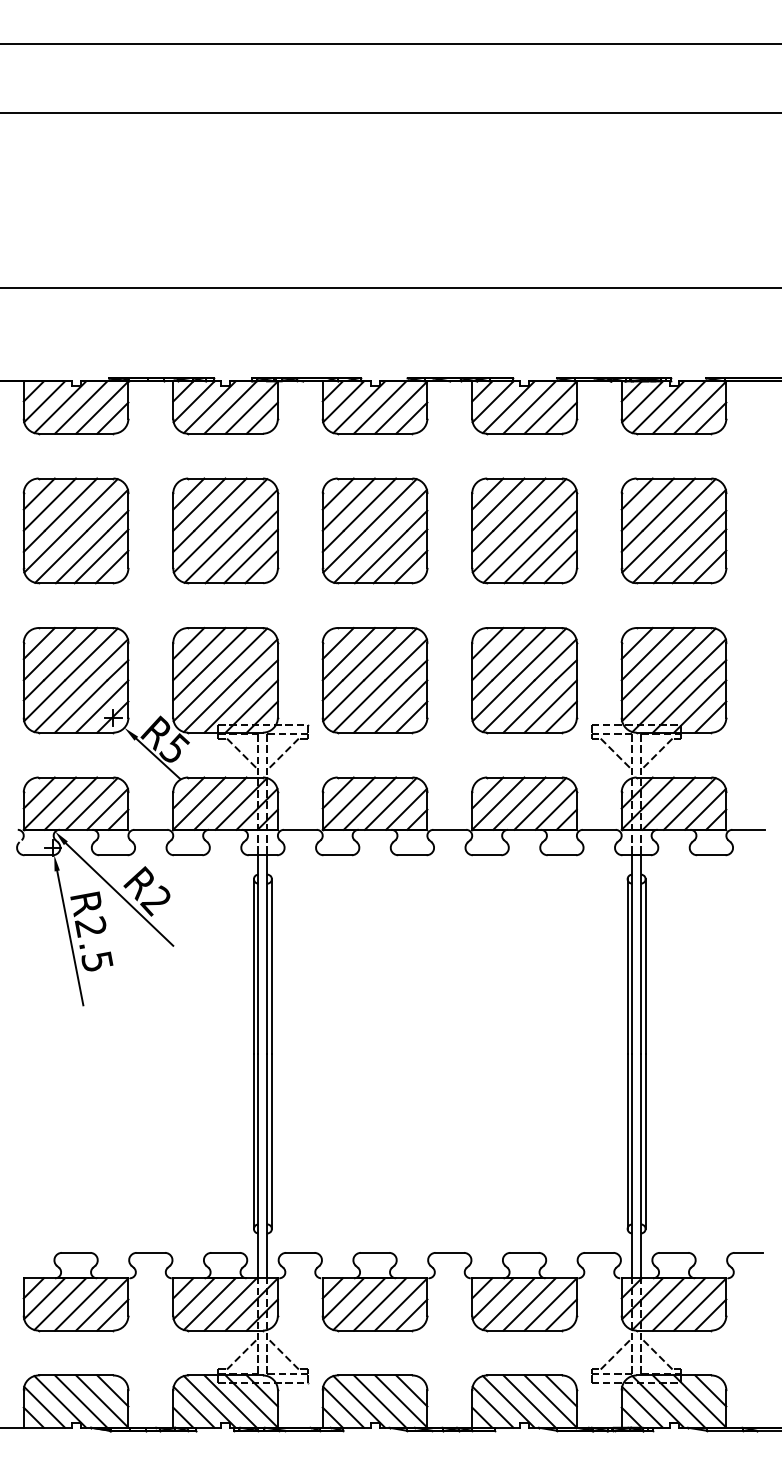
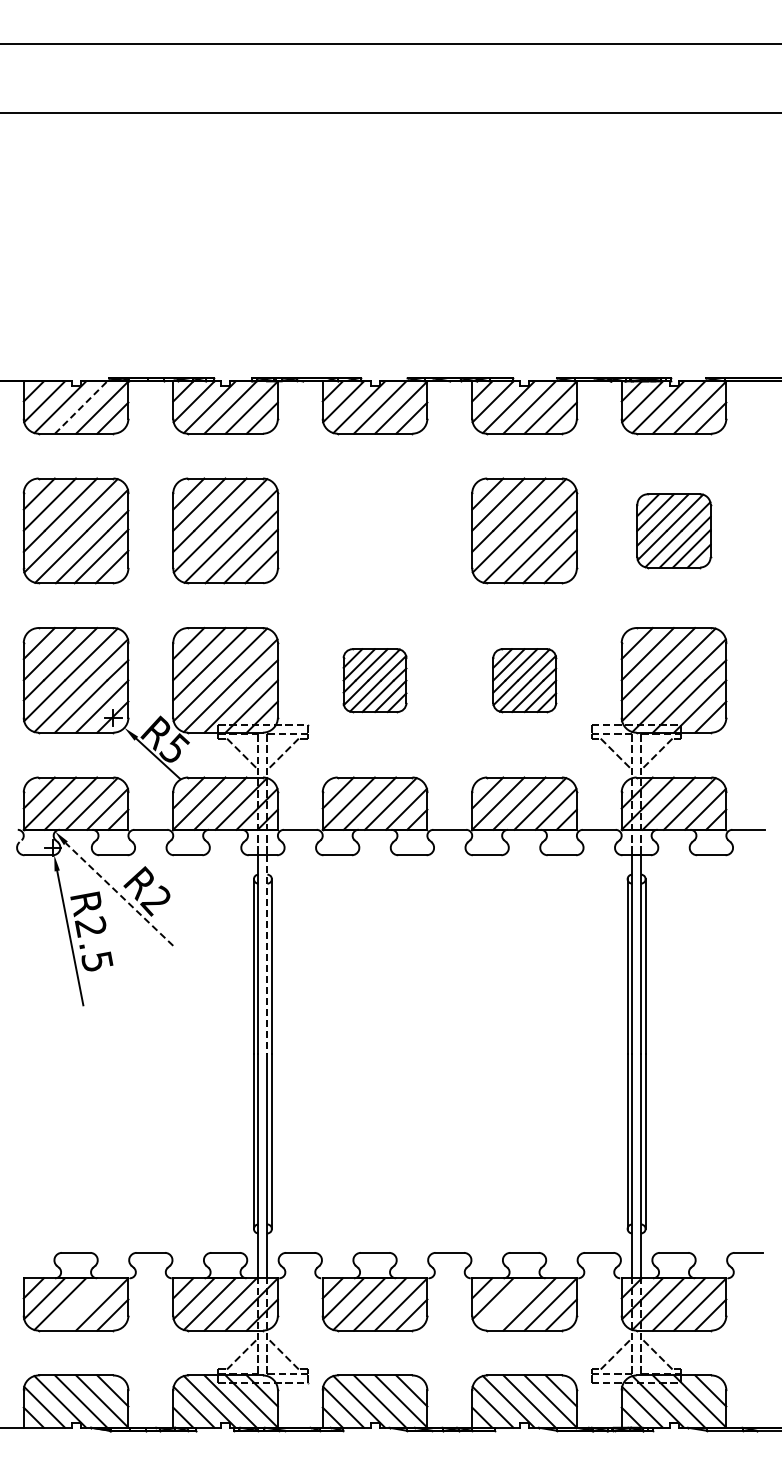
line at (390, 288): present -> none
line at (81, 407): solid -> dashed
part at (374, 530): present -> none
part at (673, 530) size: 108x108 px -> 77x77 px
part at (374, 680) size: 108x108 px -> 66x66 px
part at (524, 680) size: 108x108 px -> 66x66 px
line at (119, 894): solid -> dashed
line at (267, 955): solid -> dashed
line at (508, 1303): present -> none
line at (81, 1304): present -> none
